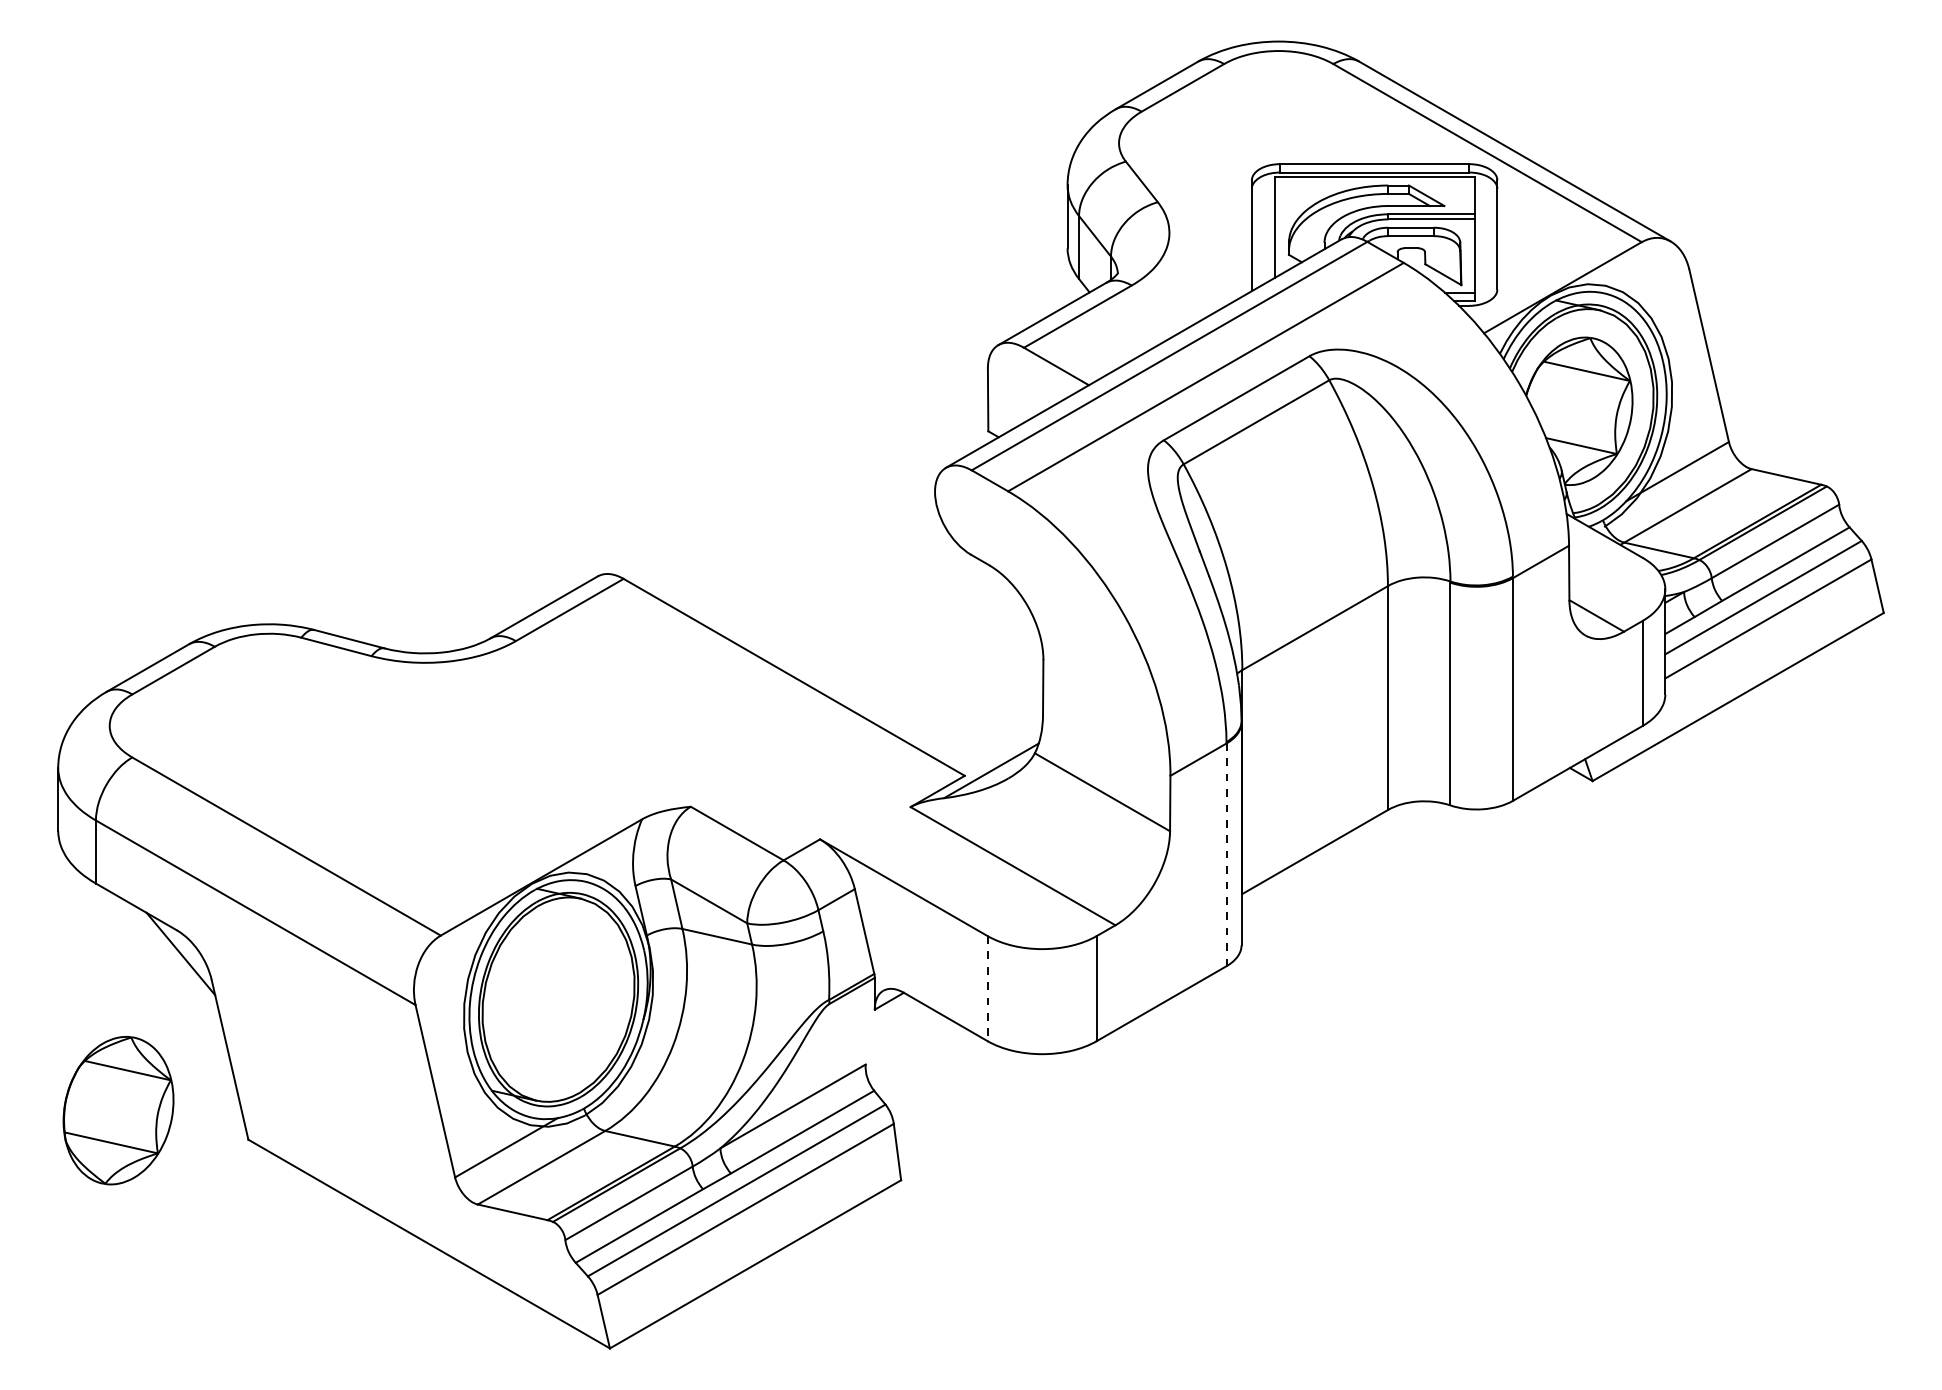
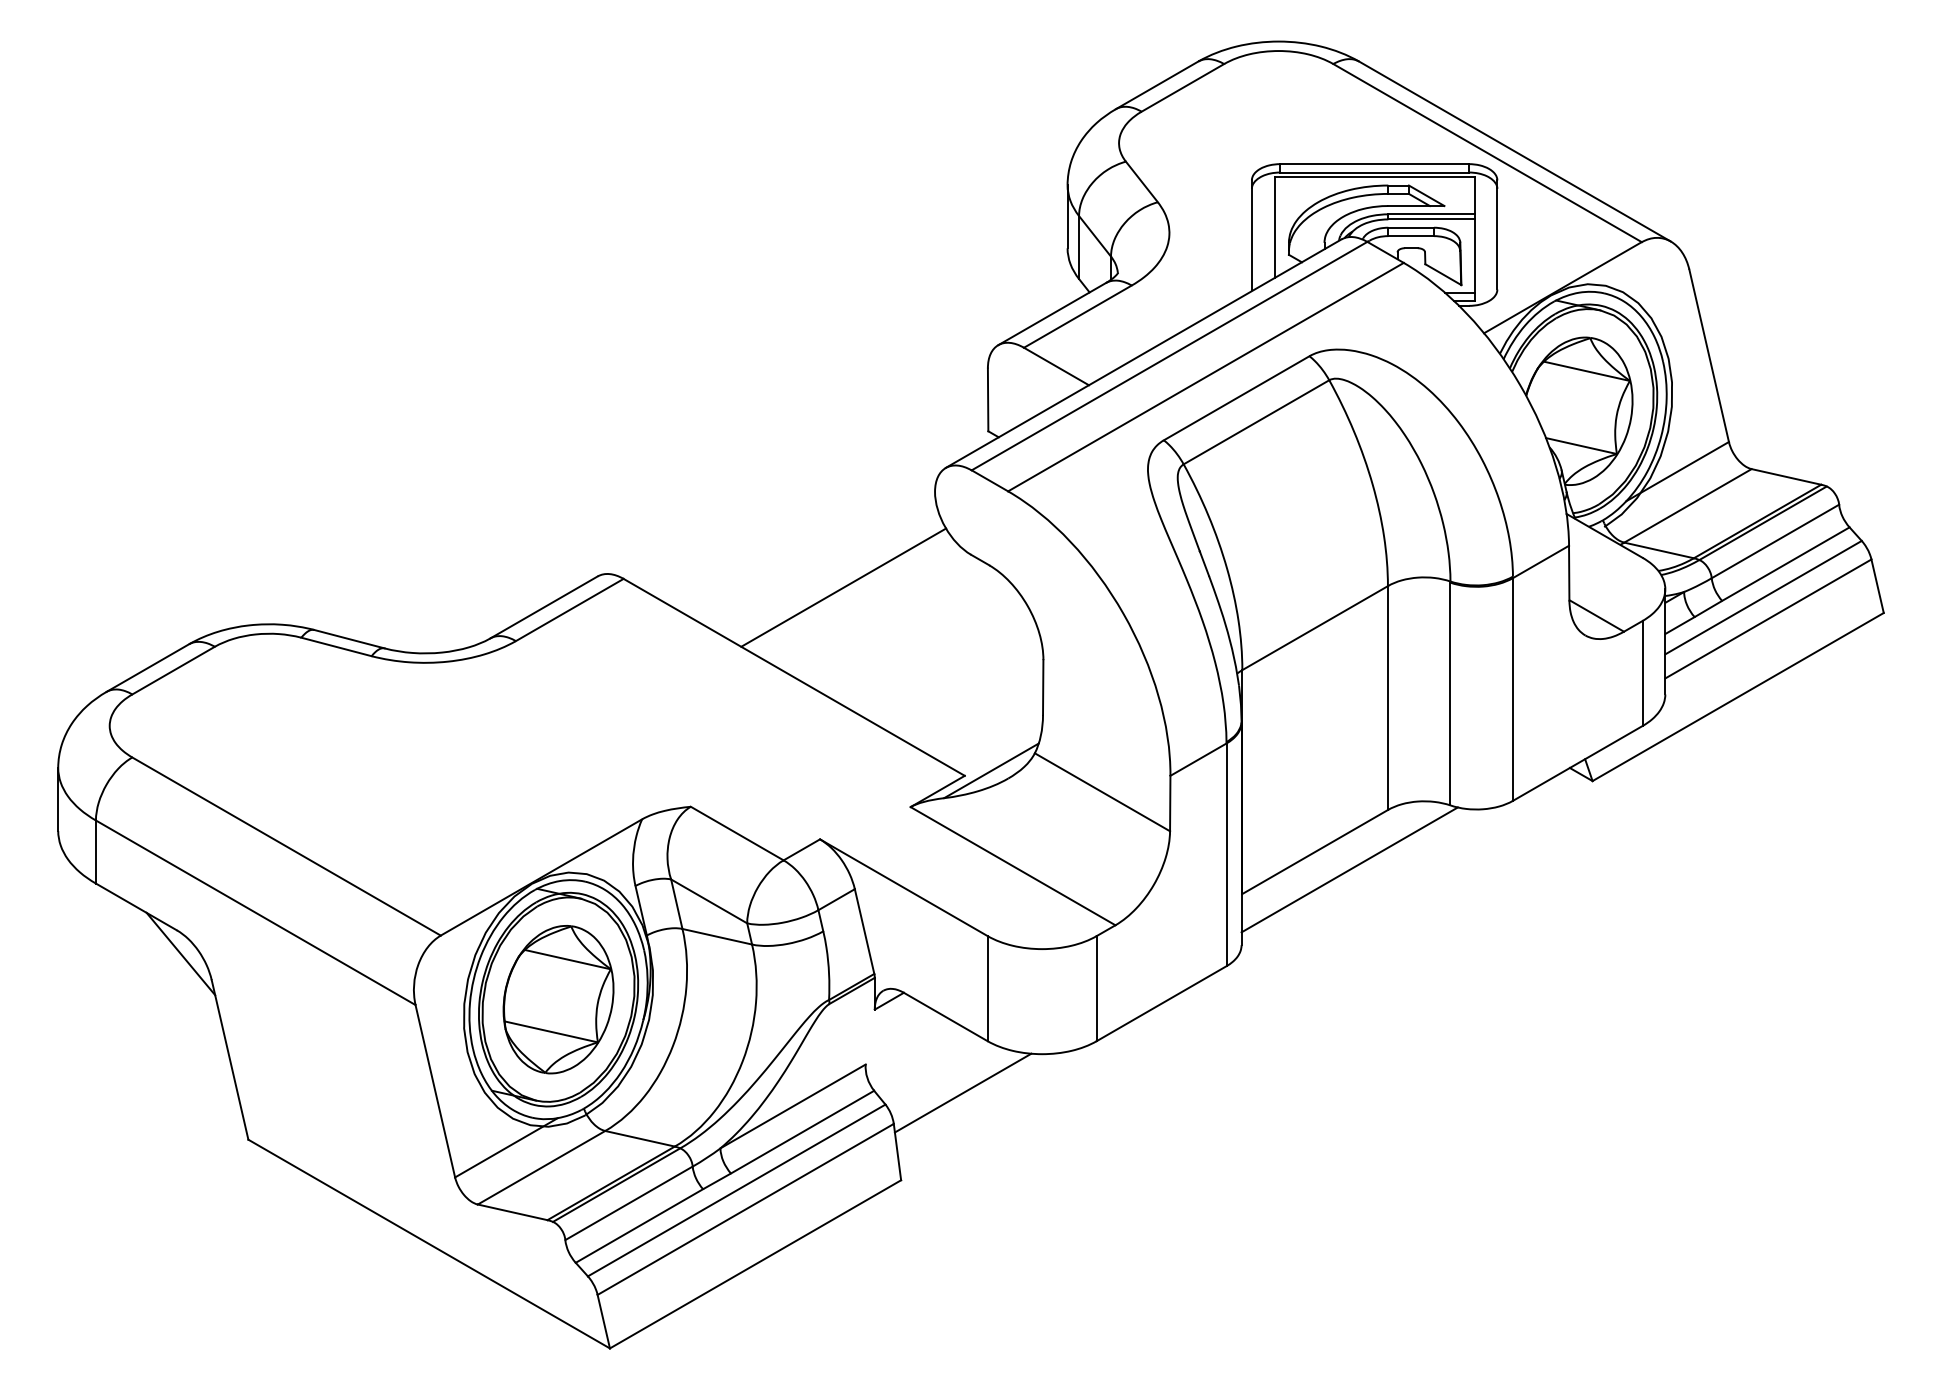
line at (843, 587): none -> present
line at (1226, 854): dashed -> solid
line at (1349, 869): none -> present
line at (987, 988): dashed -> solid
line at (962, 1092): none -> present
part at (118, 1110) position: (118, 1110) -> (558, 999)
